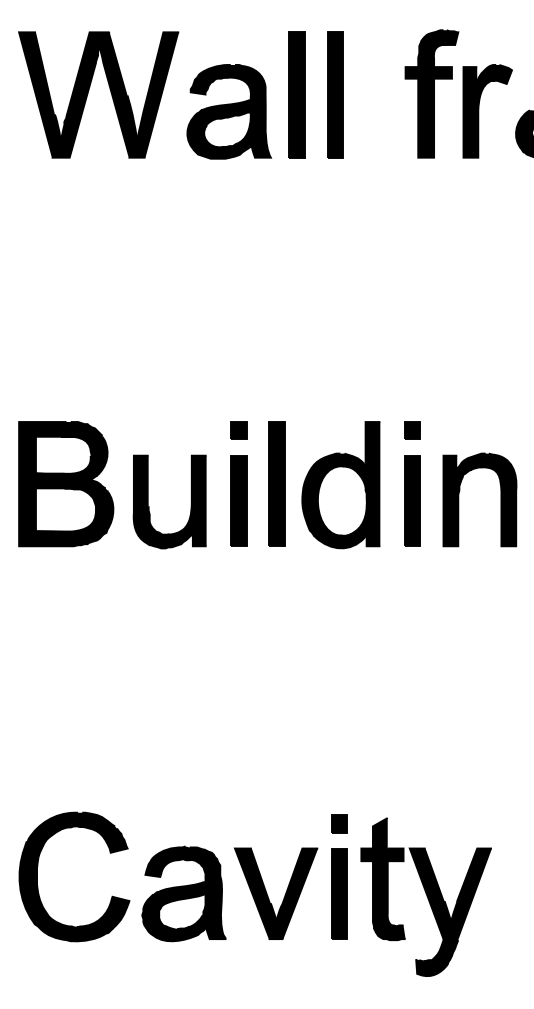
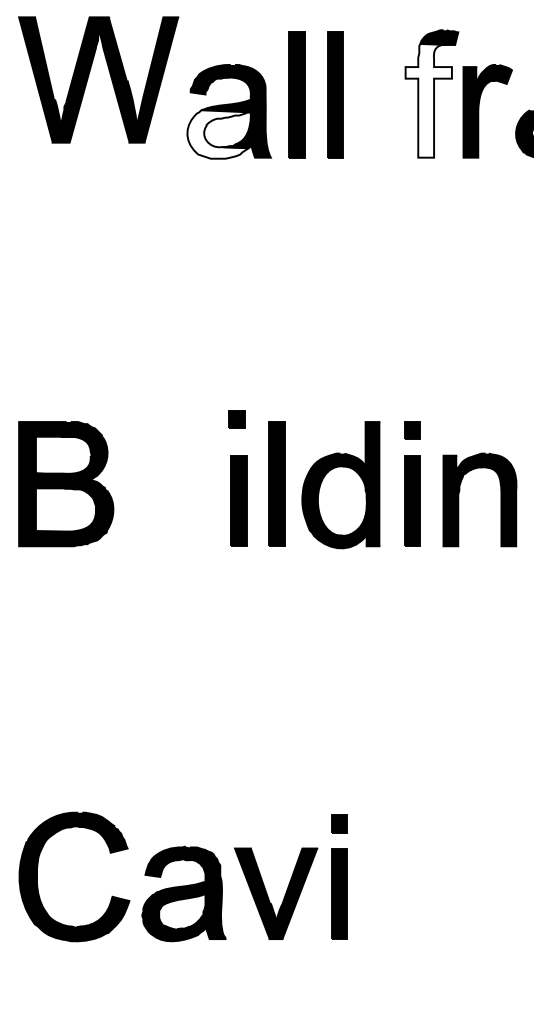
part at (89, 90) position: (89, 90) -> (89, 75)
fill at (428, 100): present -> none
fill at (218, 134): present -> none
part at (238, 430) position: (238, 430) -> (236, 419)
part at (149, 506): present -> none
part at (425, 896): present -> none
